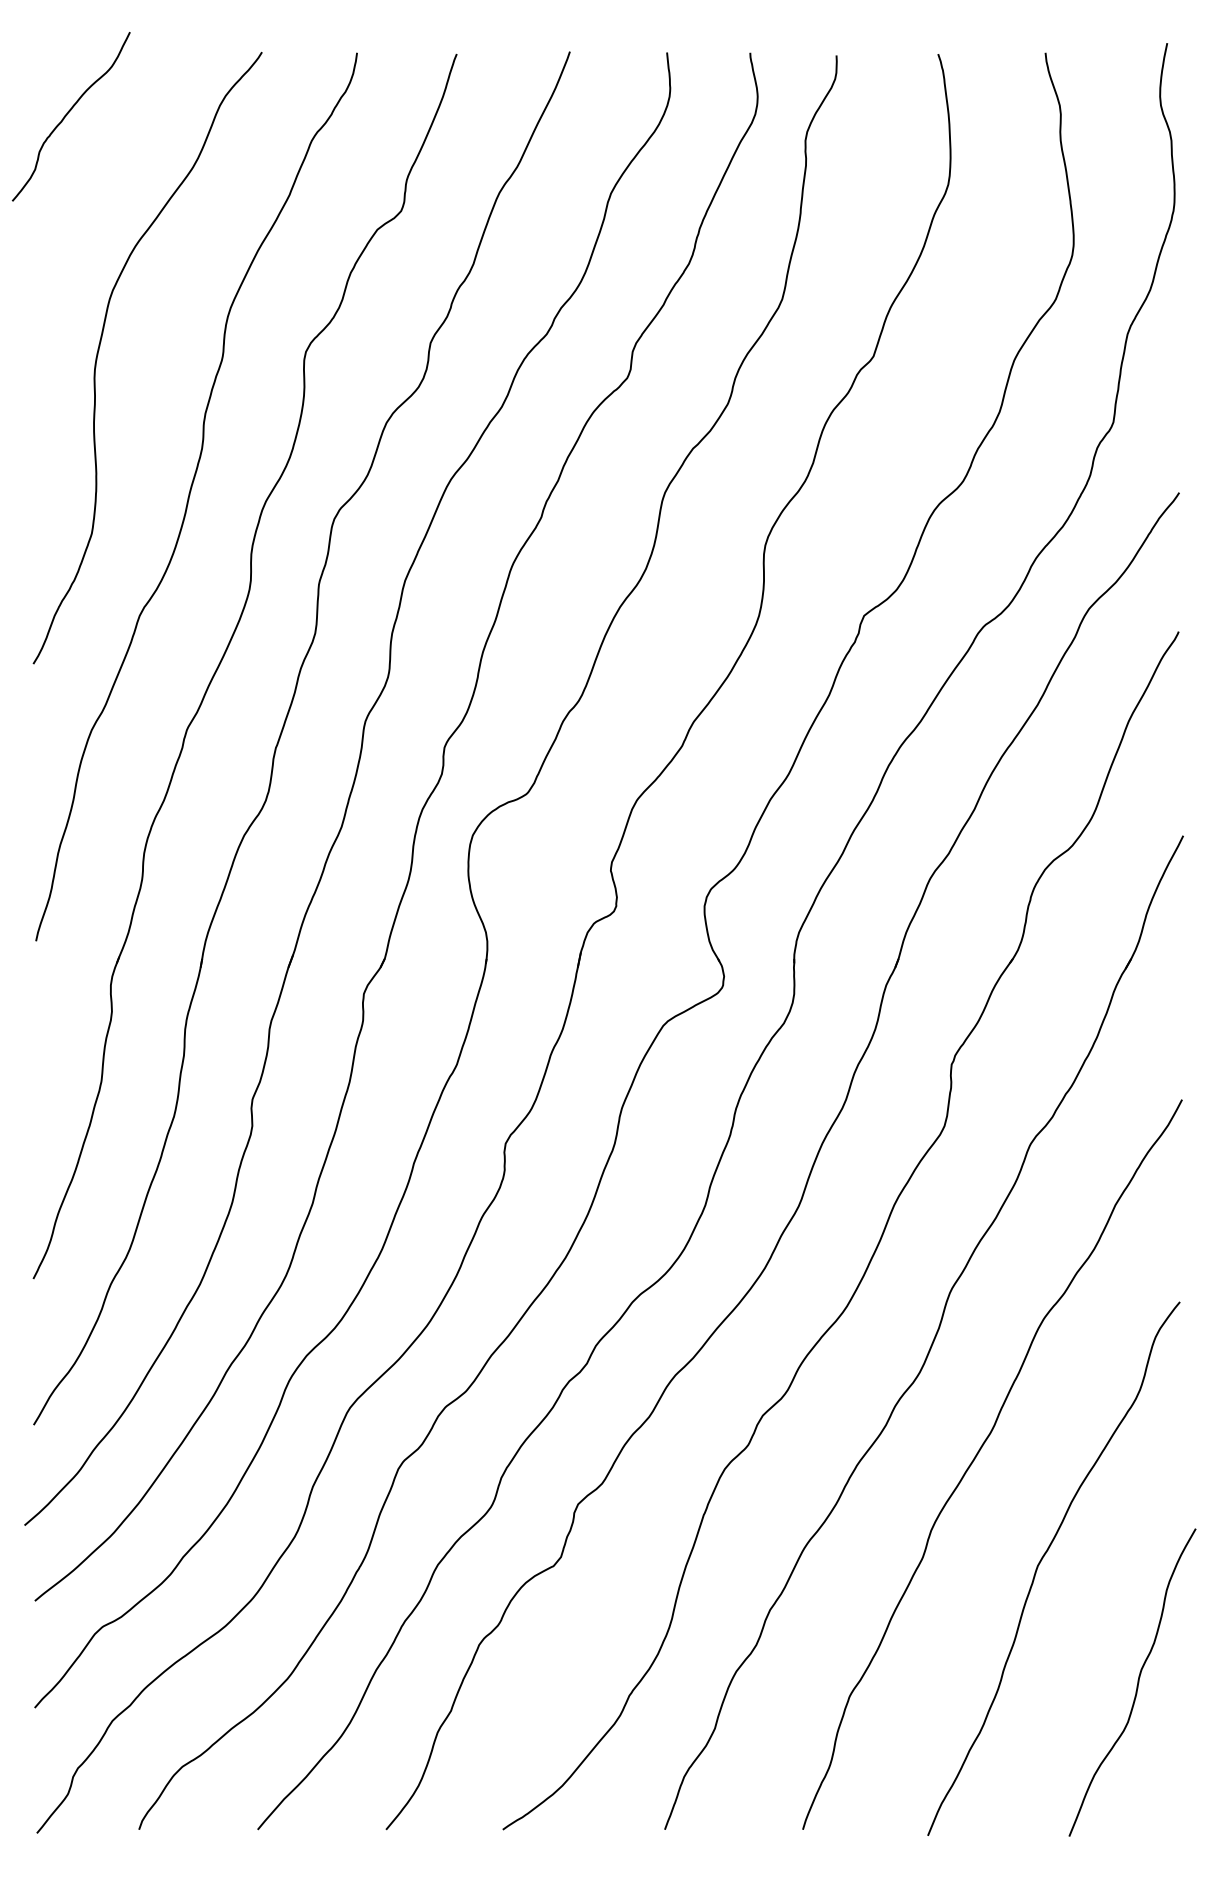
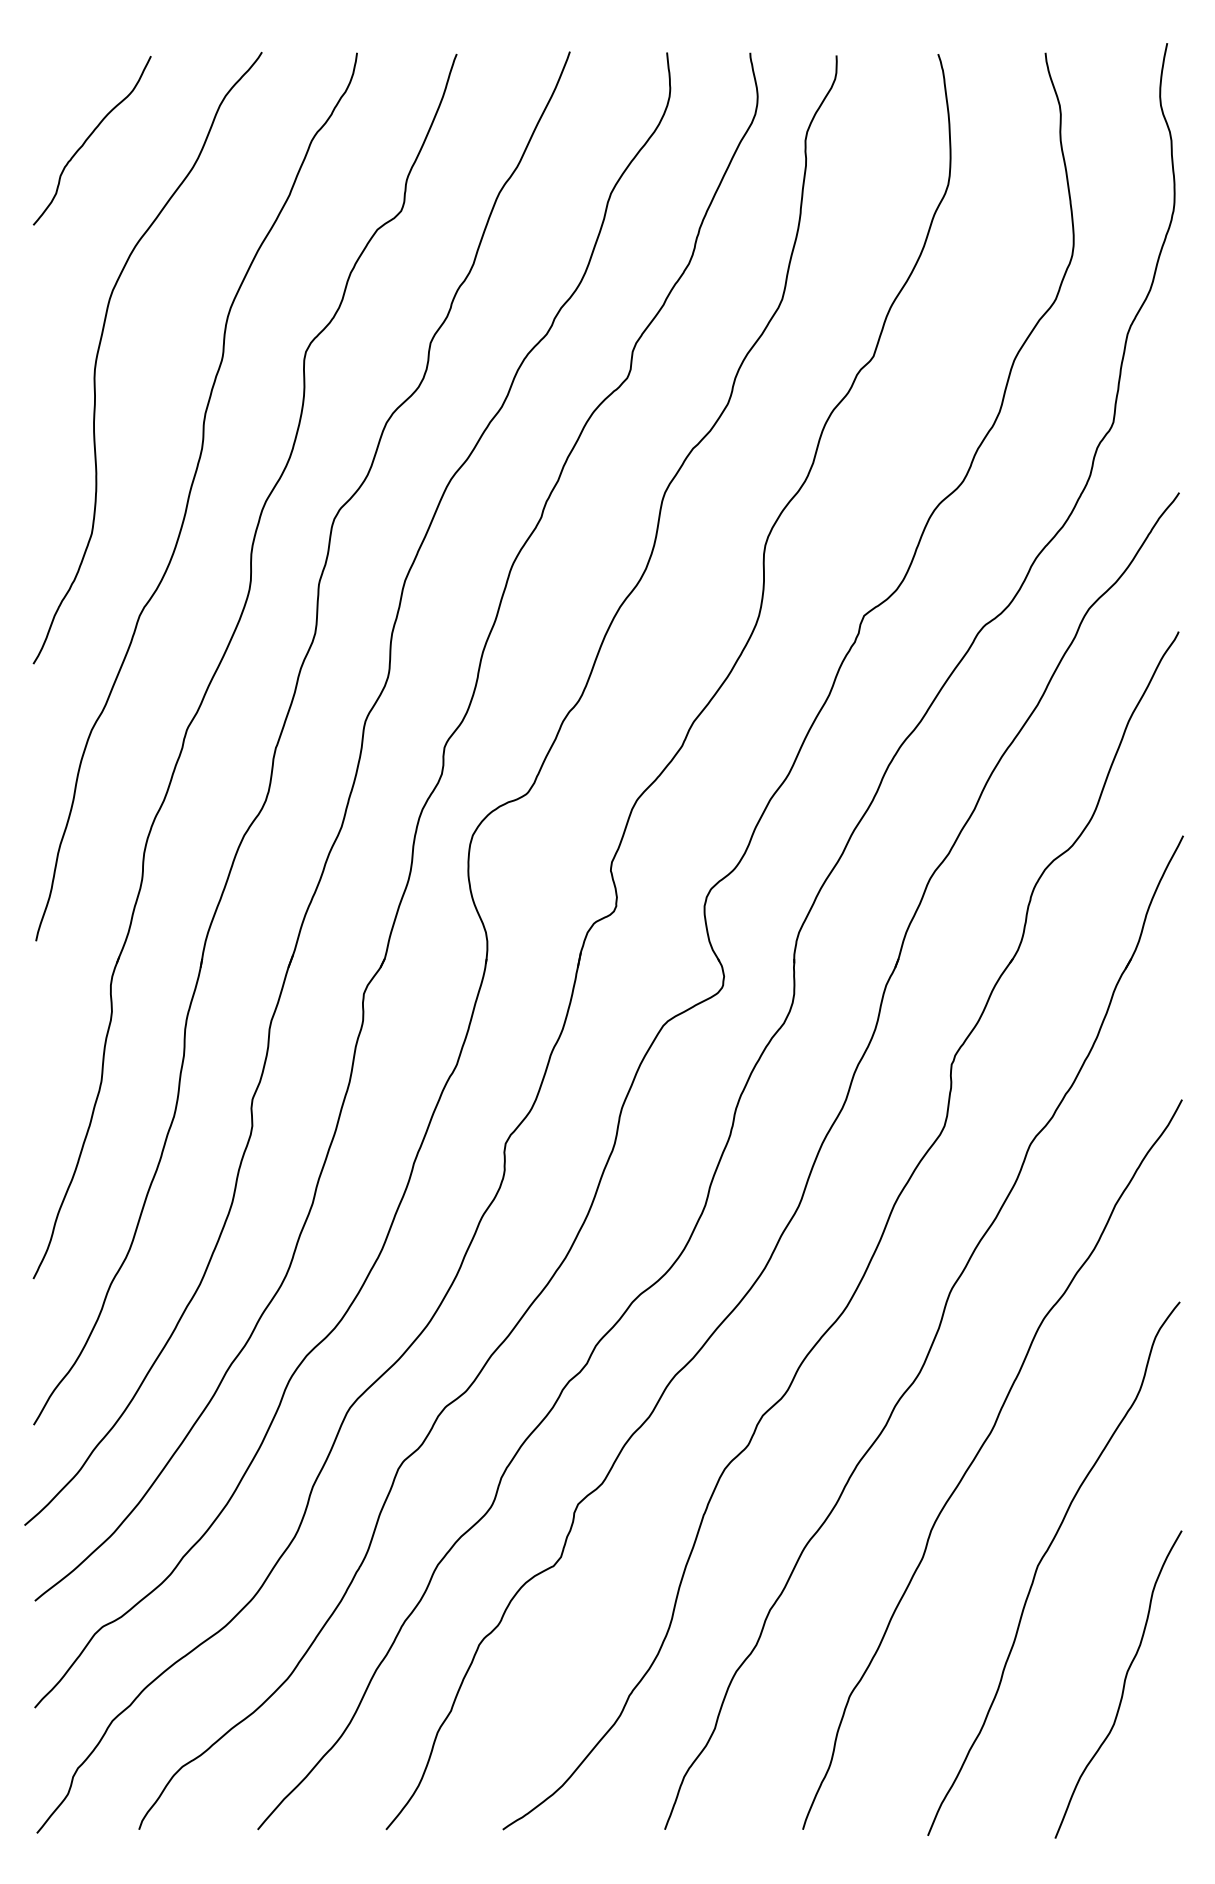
curve at (67, 115) position: (67, 115) -> (88, 139)
curve at (1137, 1682) position: (1137, 1682) -> (1123, 1684)
